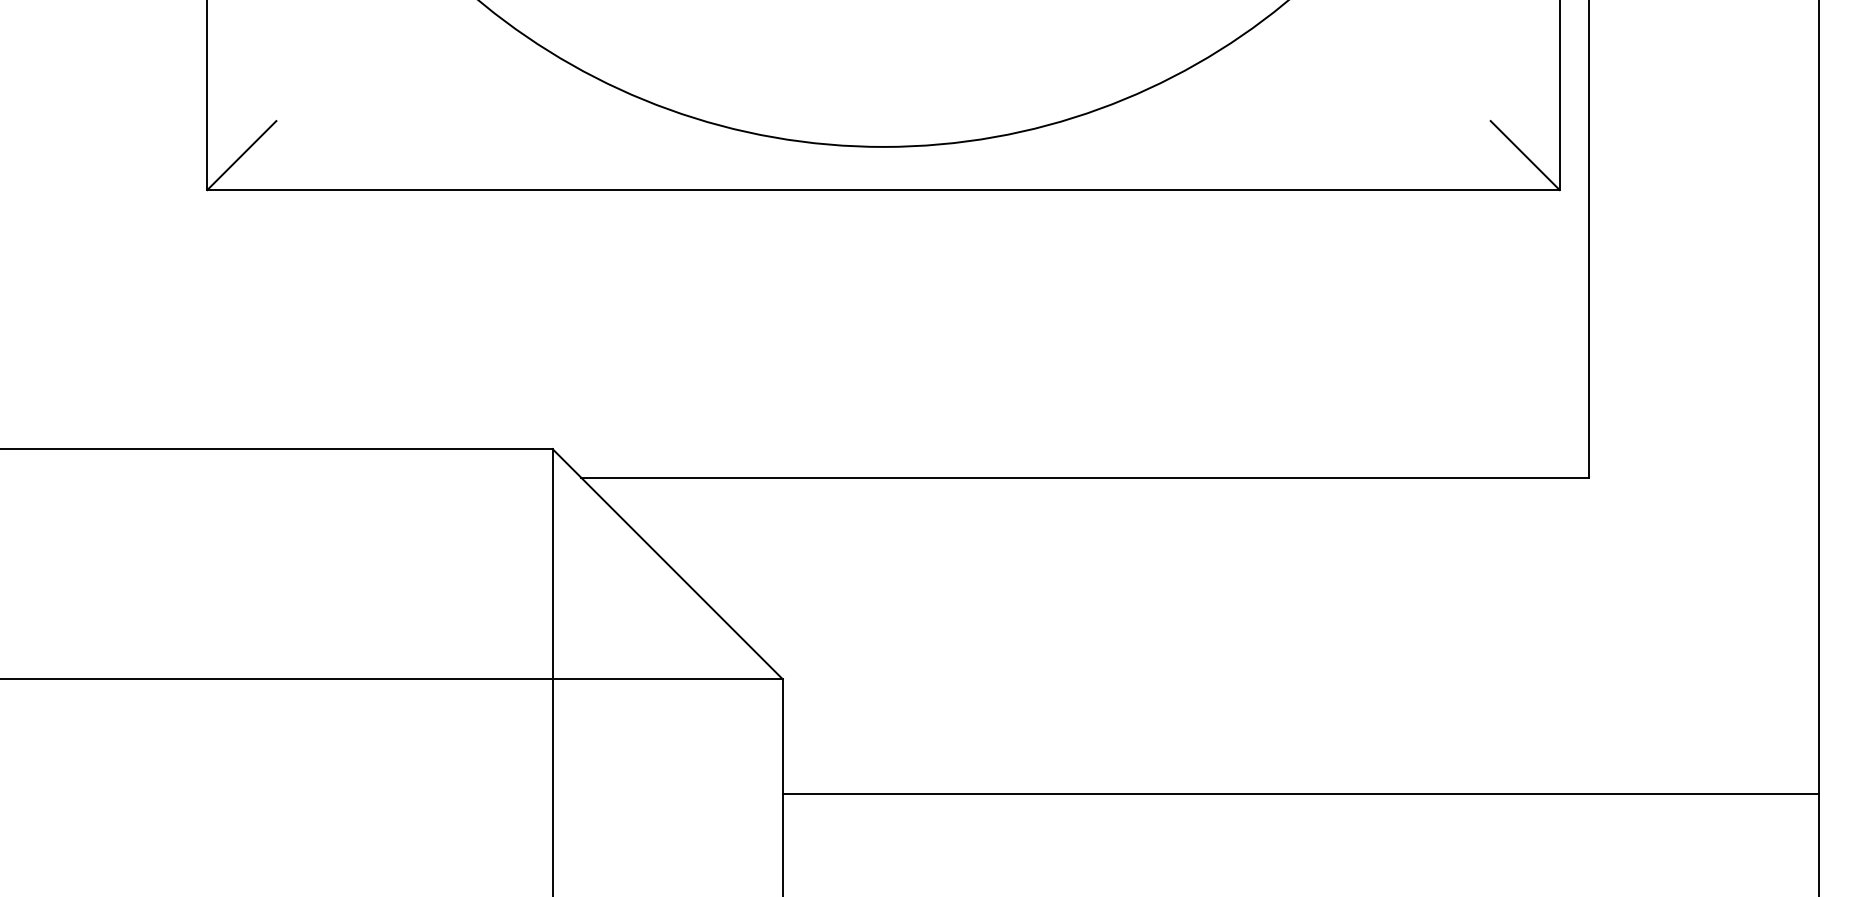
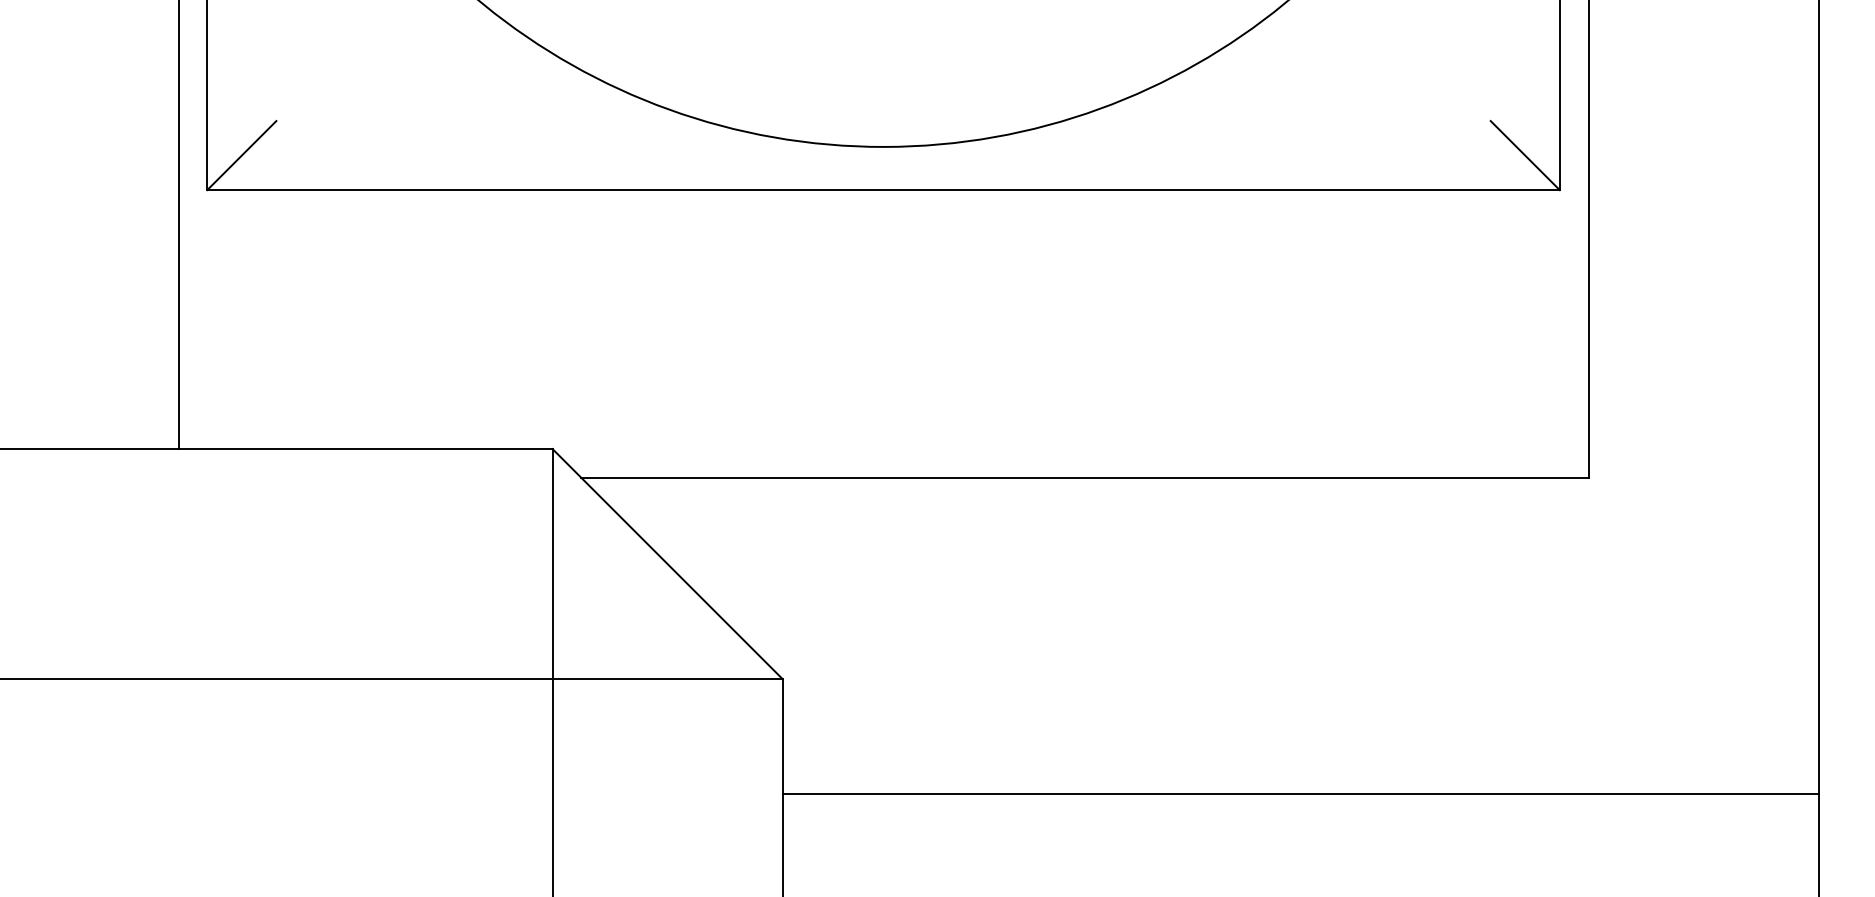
line at (178, 225): none -> present
